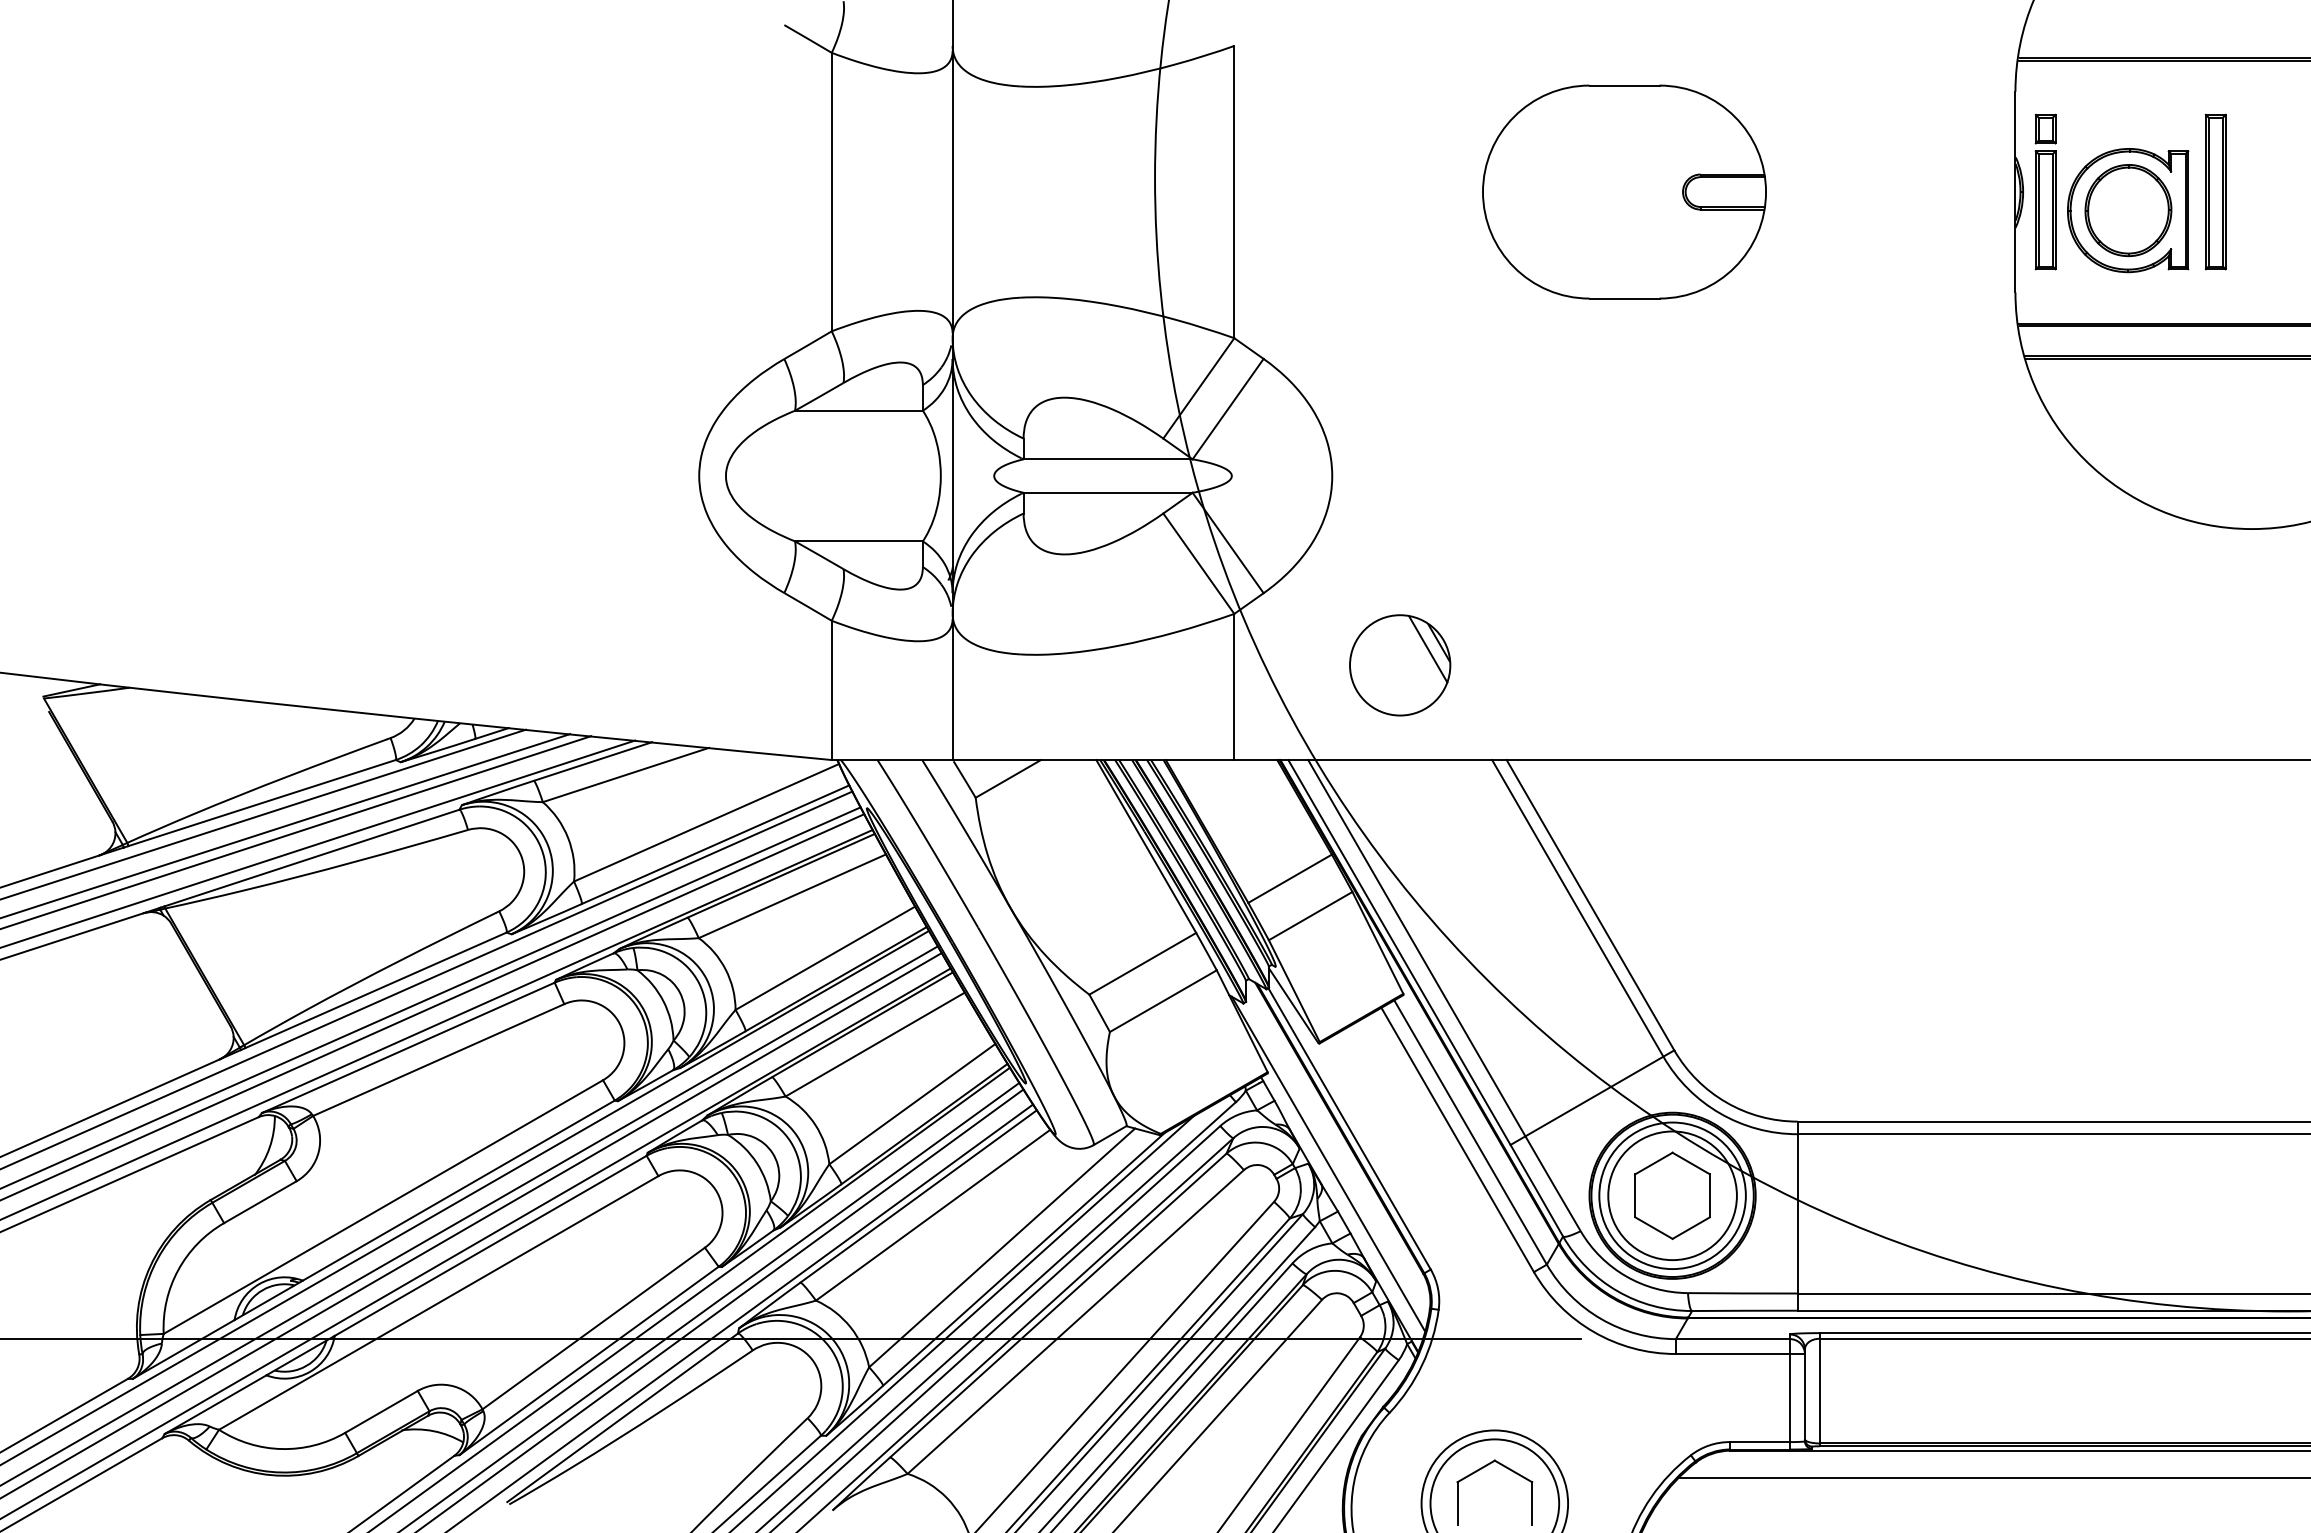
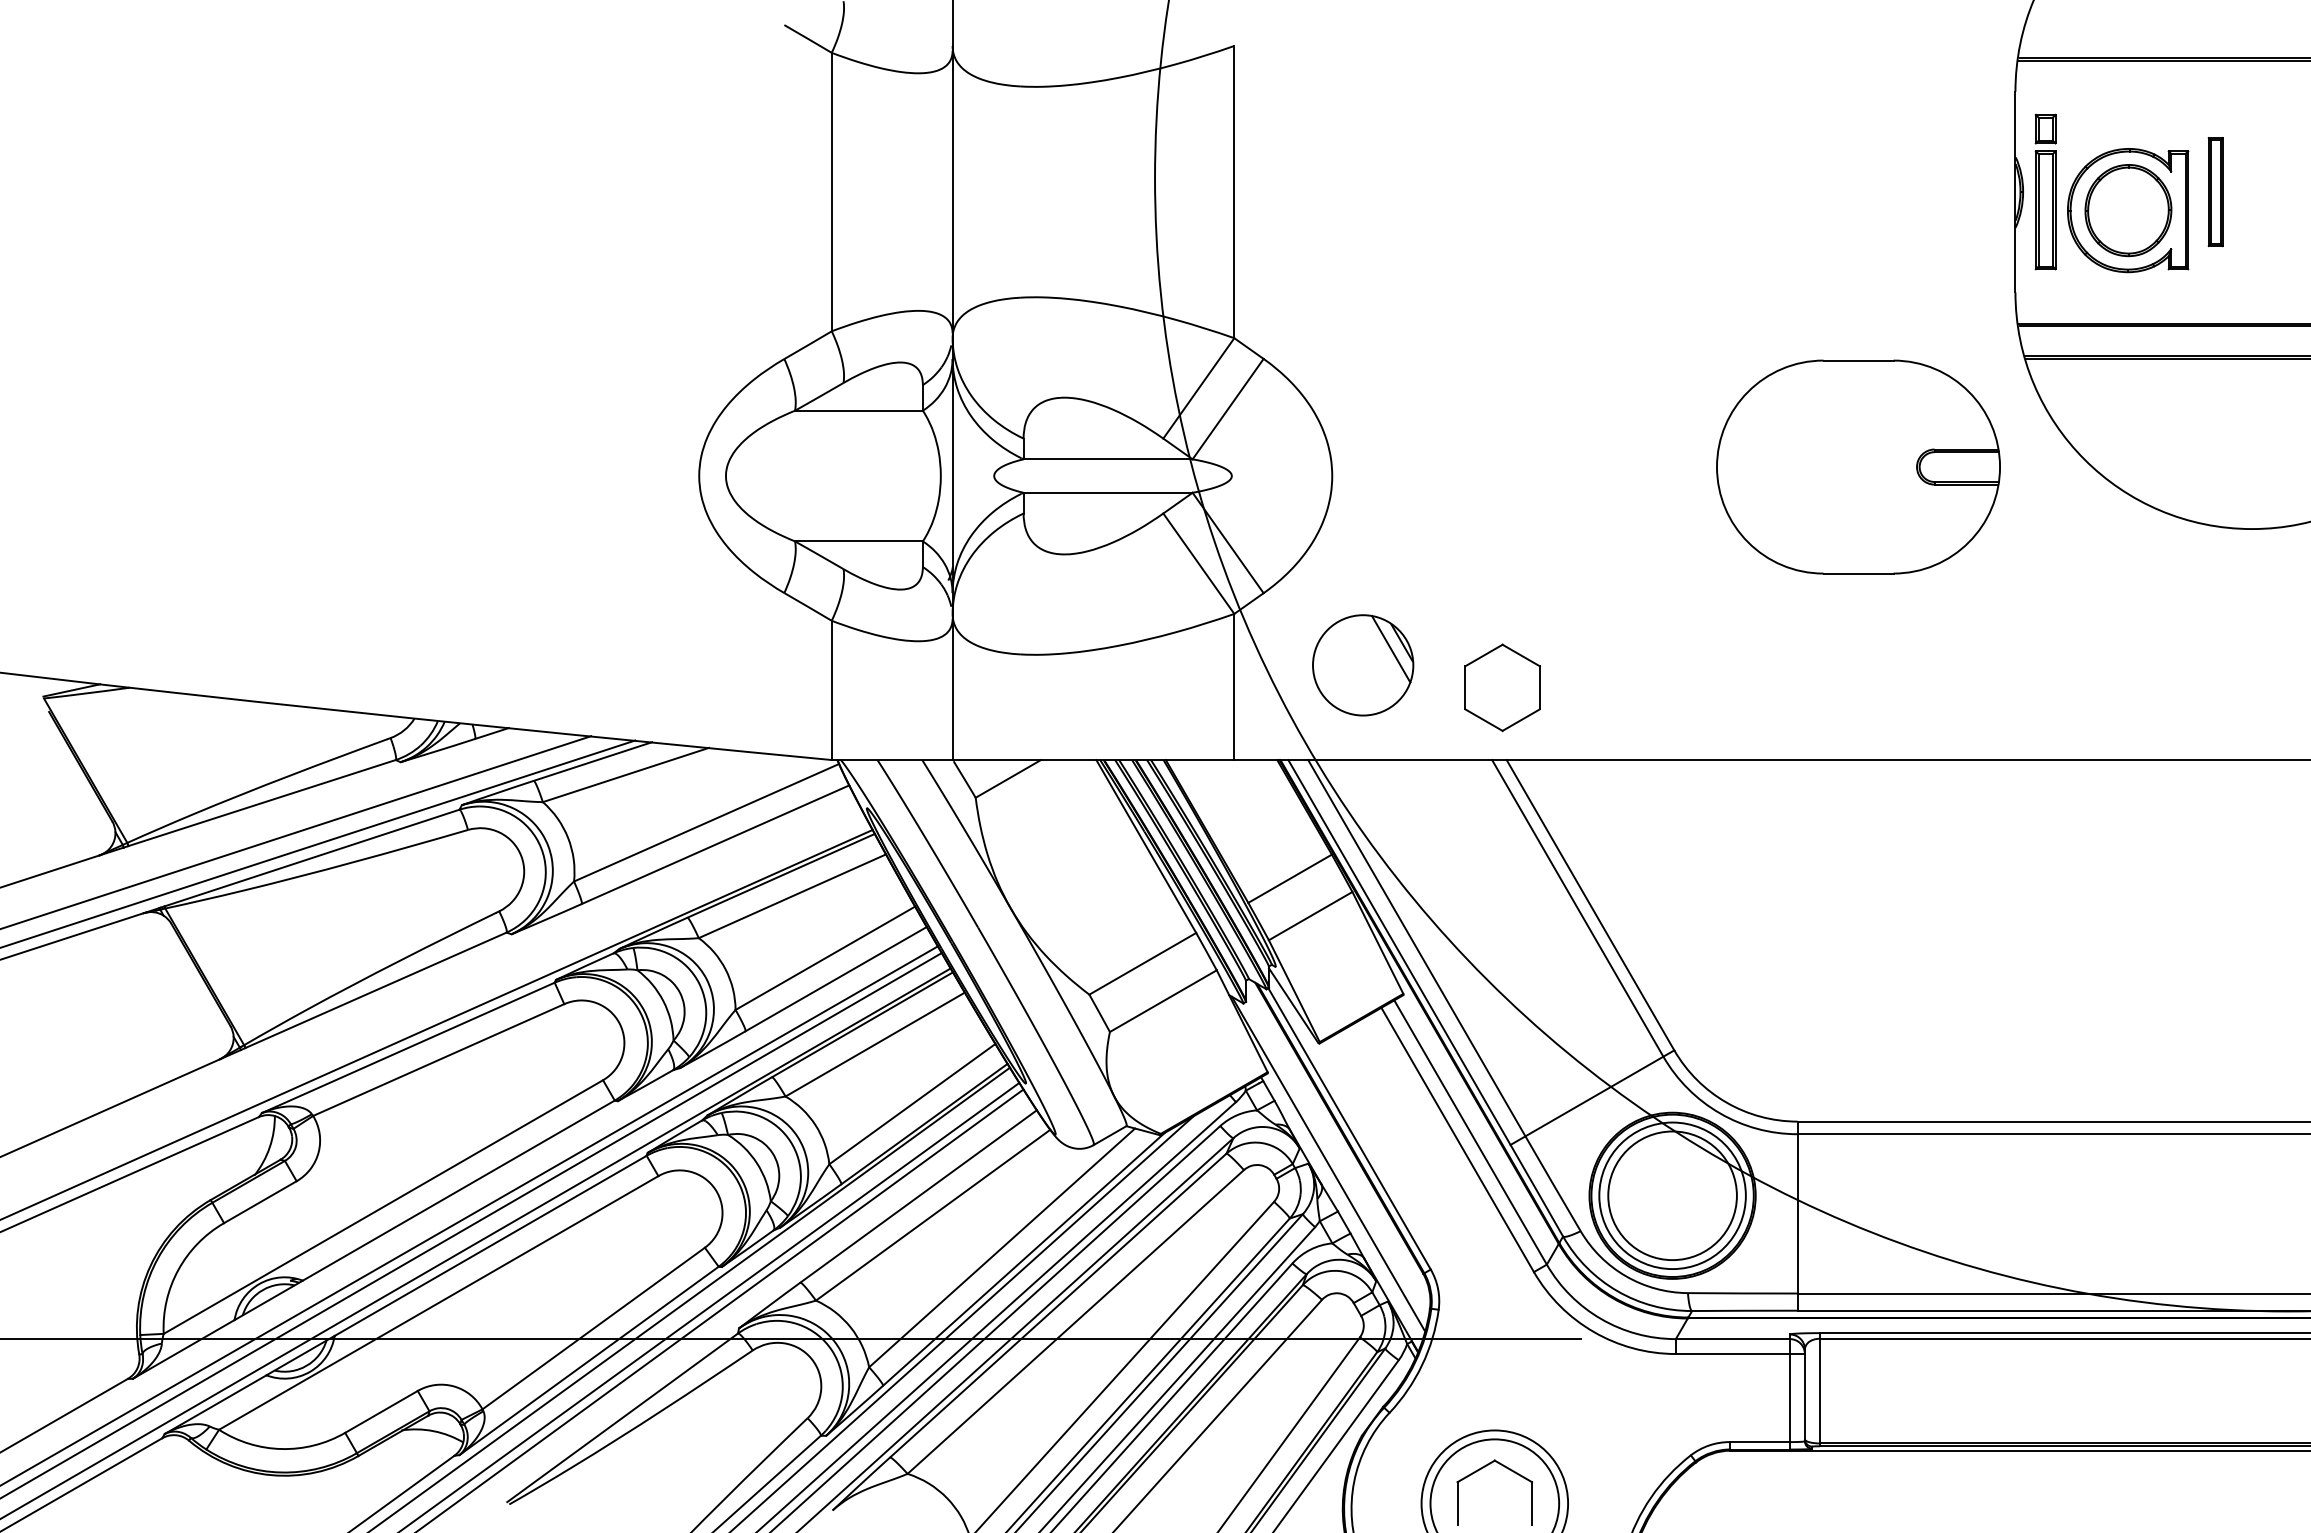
part at (1624, 191) position: (1624, 191) -> (1858, 466)
part at (2215, 191) size: 23x158 px -> 17x111 px
part at (1400, 665) position: (1400, 665) -> (1363, 665)
line at (263, 813): present -> none
line at (286, 825): present -> none
line at (427, 979): present -> none
line at (431, 997): present -> none
line at (433, 1006): present -> none
part at (1672, 1195) position: (1672, 1195) -> (1502, 687)
line at (465, 1197): present -> none
line at (741, 1316): present -> none
line at (1993, 1477): present -> none
